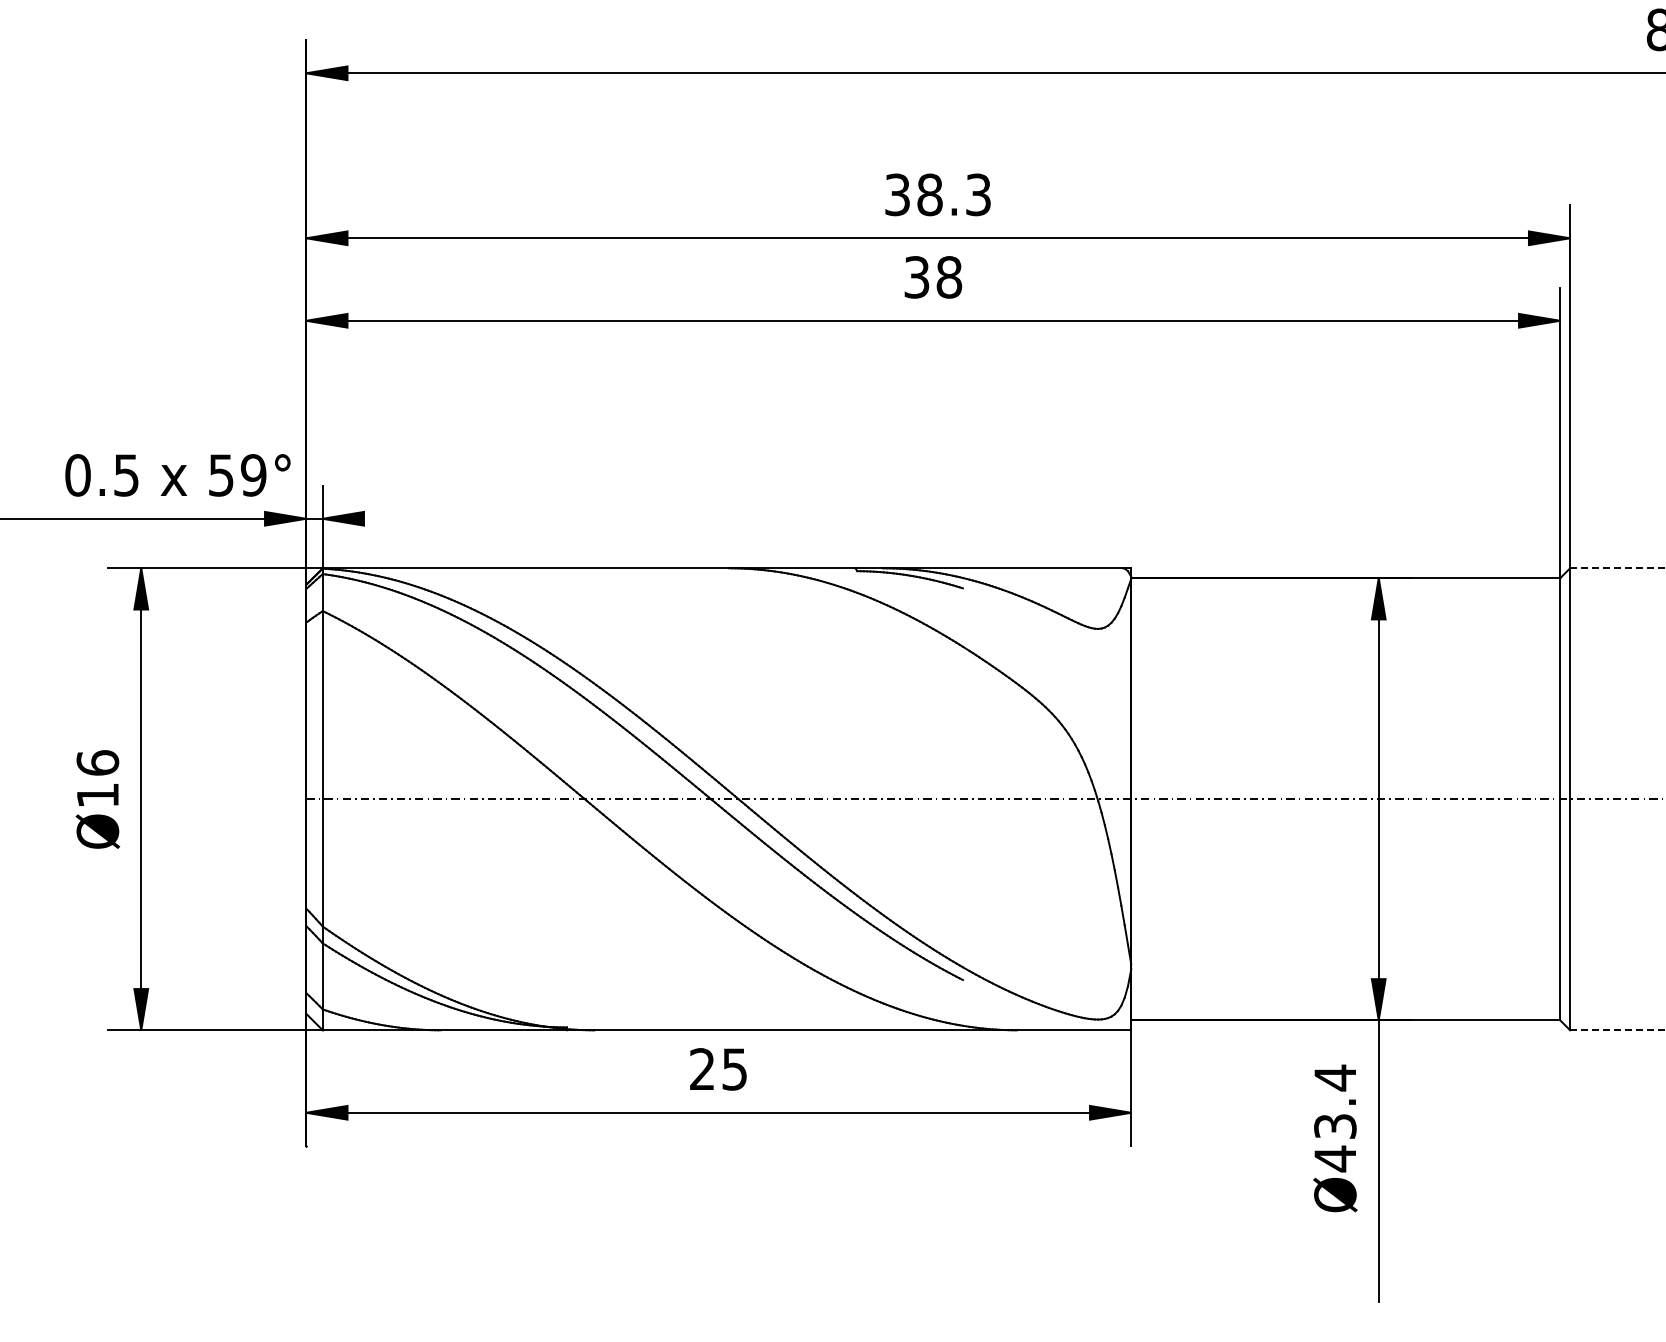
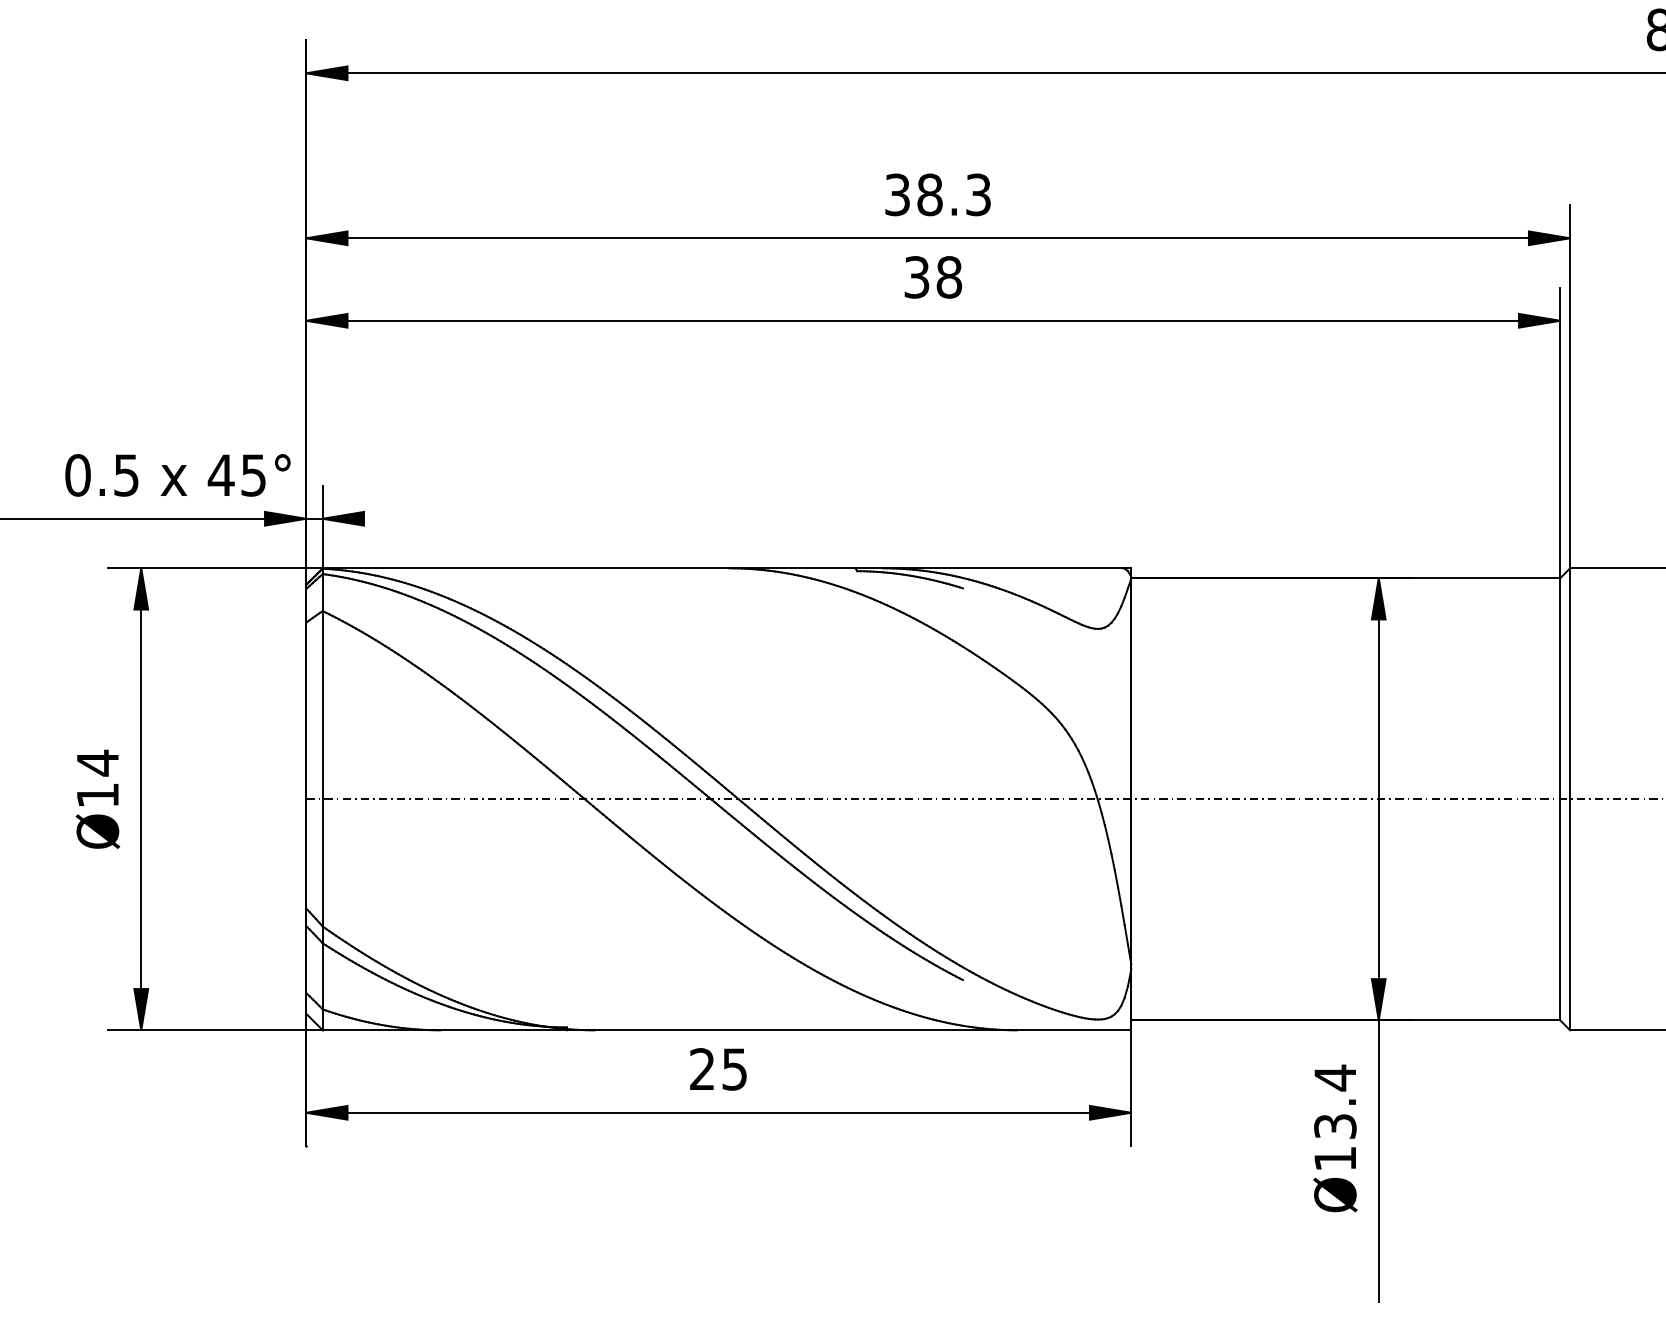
text at (236, 475): 59° -> 45°
line at (1618, 568): dashed -> solid
text at (97, 762): Ø16 -> Ø14
line at (1618, 1030): dashed -> solid
text at (1334, 1158): Ø43.4 -> Ø13.4
